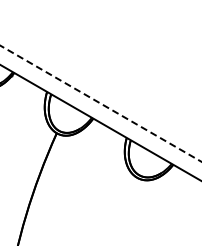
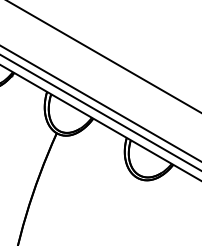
line at (103, 56): none -> present
line at (100, 103): dashed -> solid
line at (100, 112): none -> present
